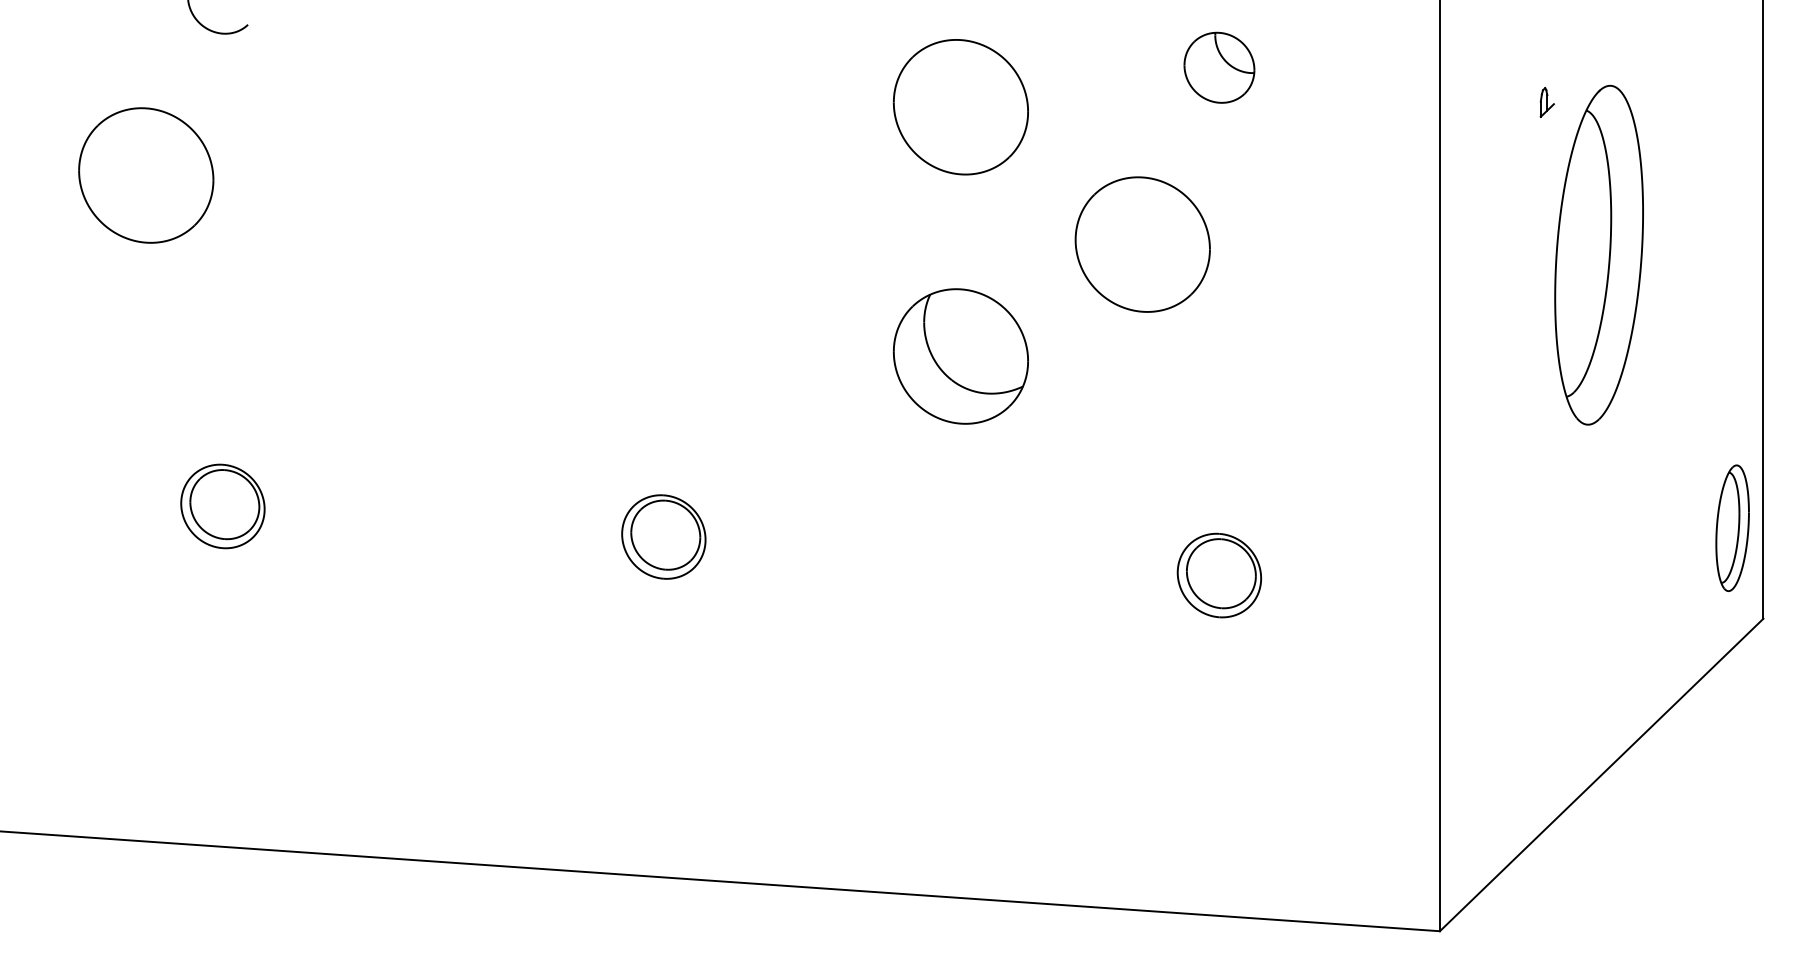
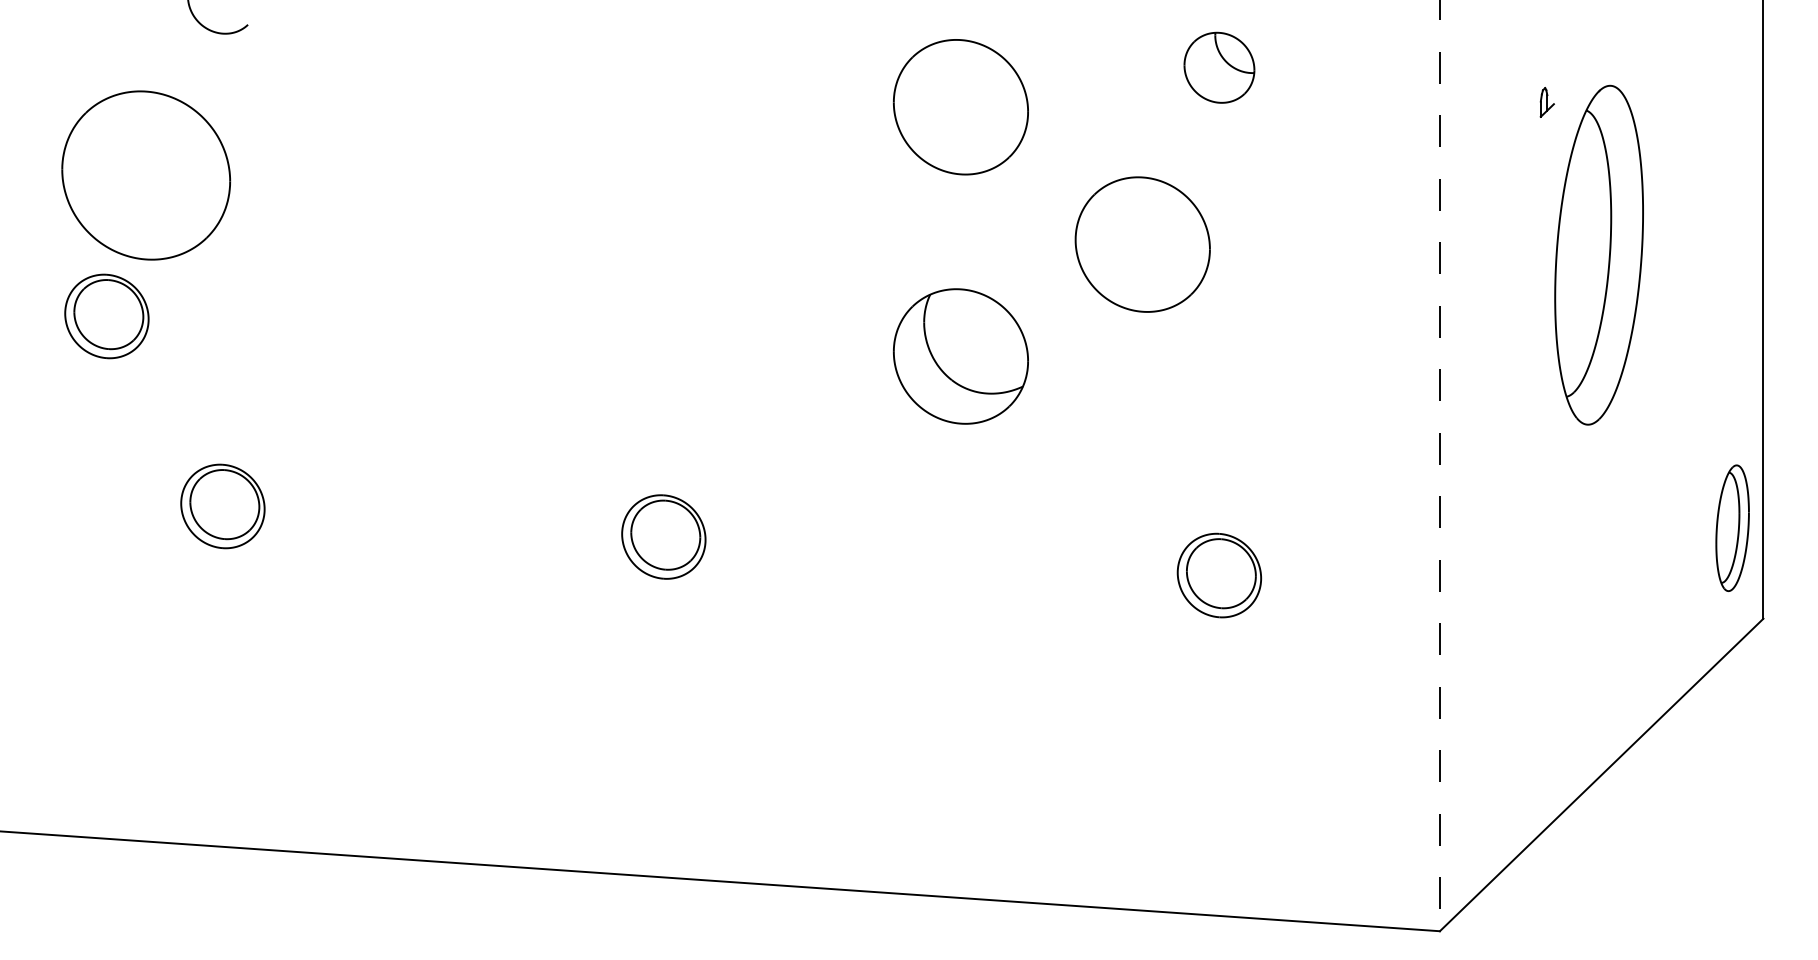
part at (146, 175) size: 137x137 px -> 171x171 px
part at (106, 316): none -> present
line at (1439, 466): solid -> dashed
